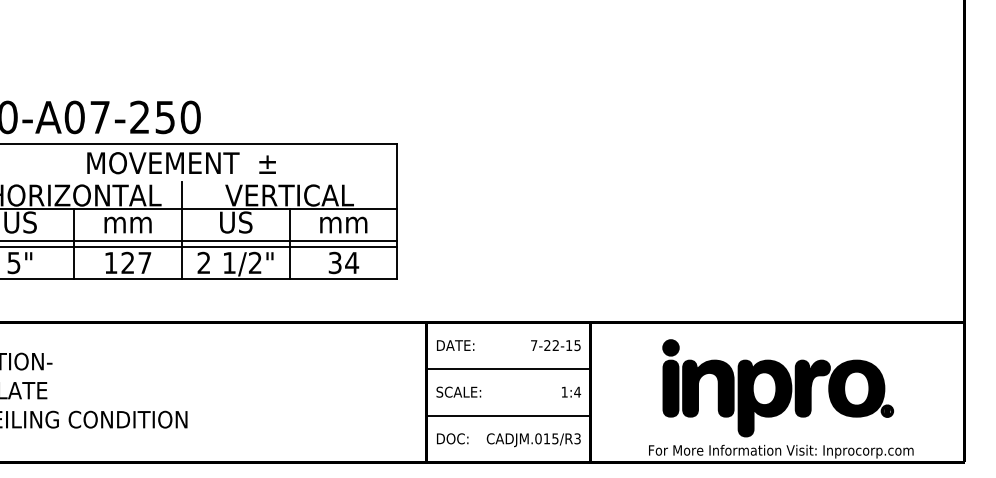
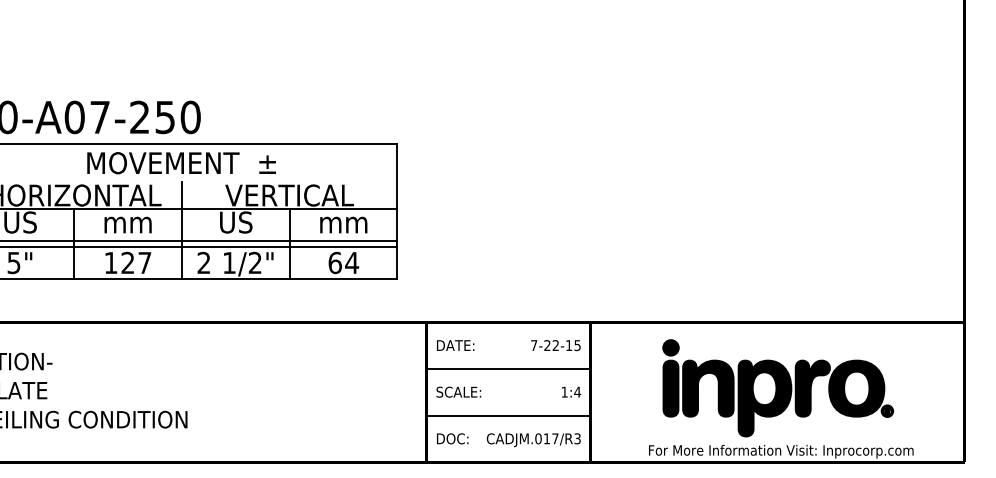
text at (334, 262): 34 -> 64
text at (555, 438): CADJM.015/R3 -> CADJM.017/R3
